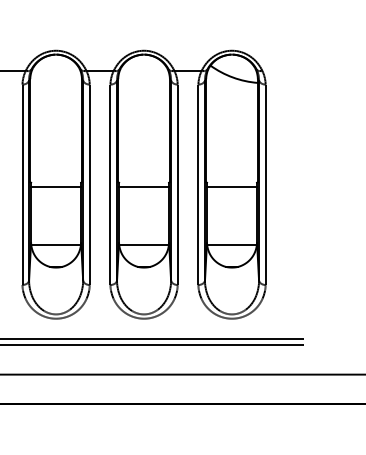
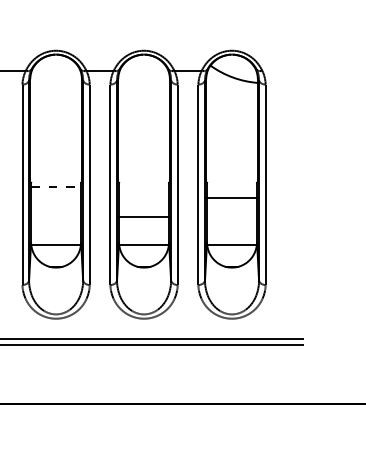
line at (56, 186): solid -> dashed
line at (144, 186) position: (144, 186) -> (144, 216)
line at (231, 186) position: (231, 186) -> (231, 197)
line at (182, 374): present -> none
